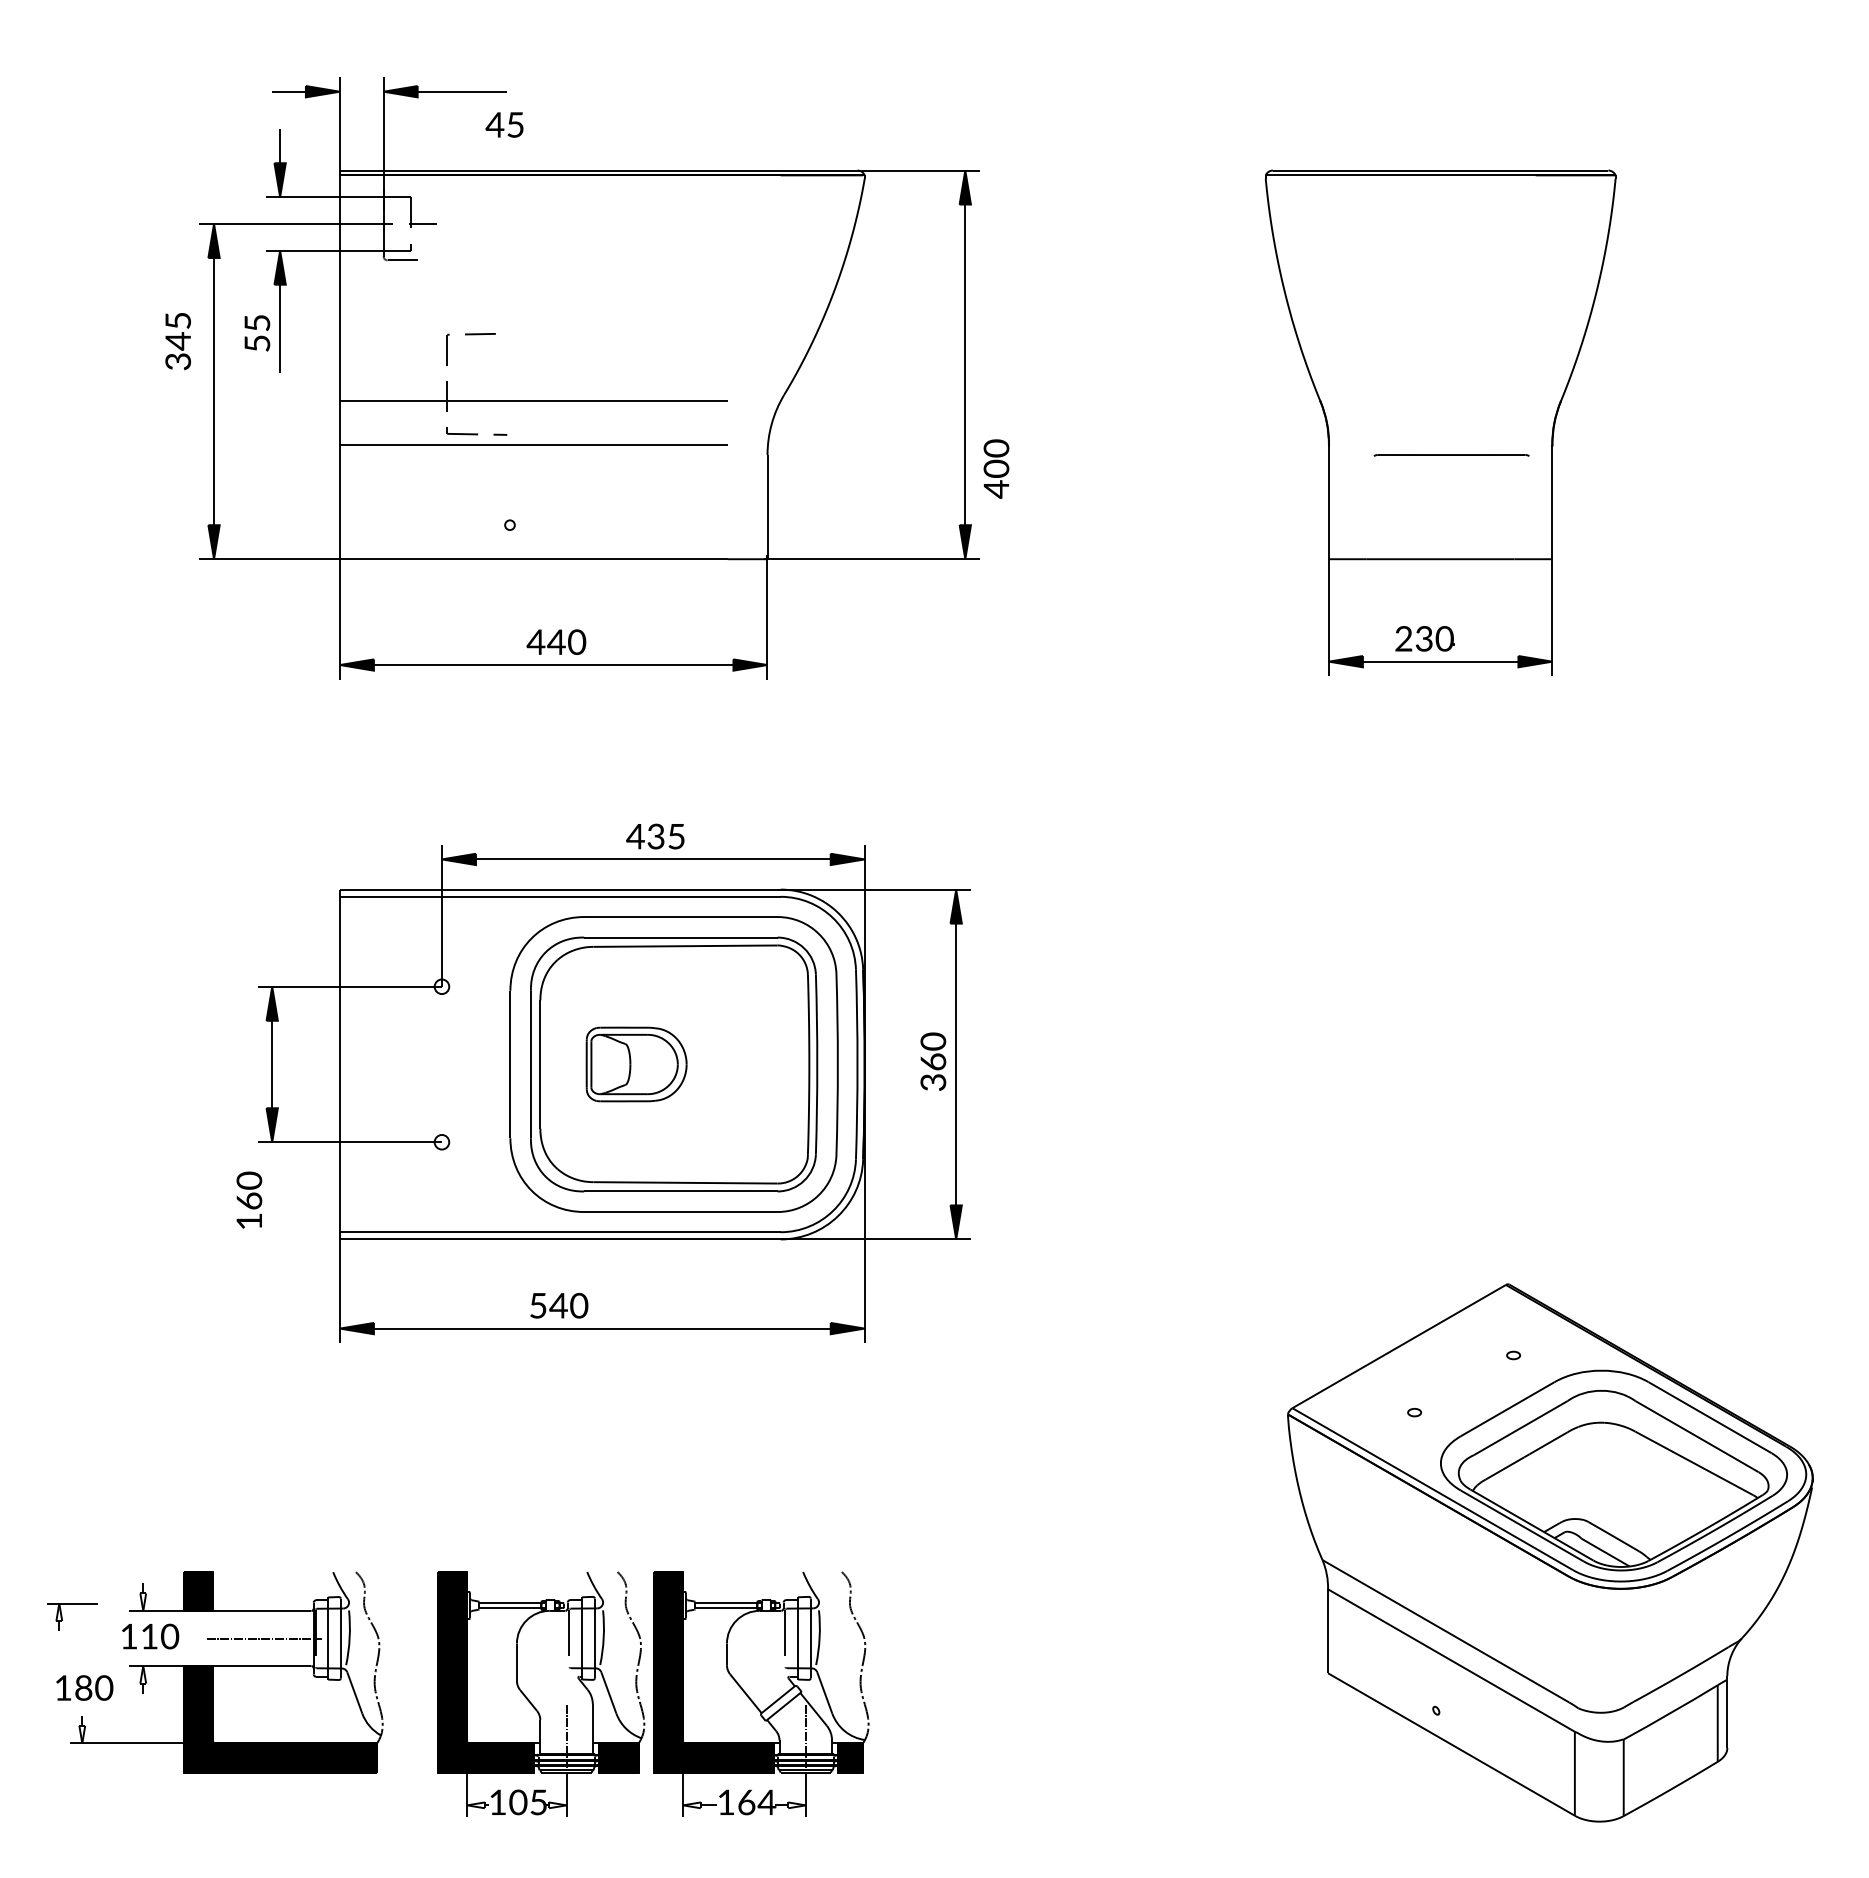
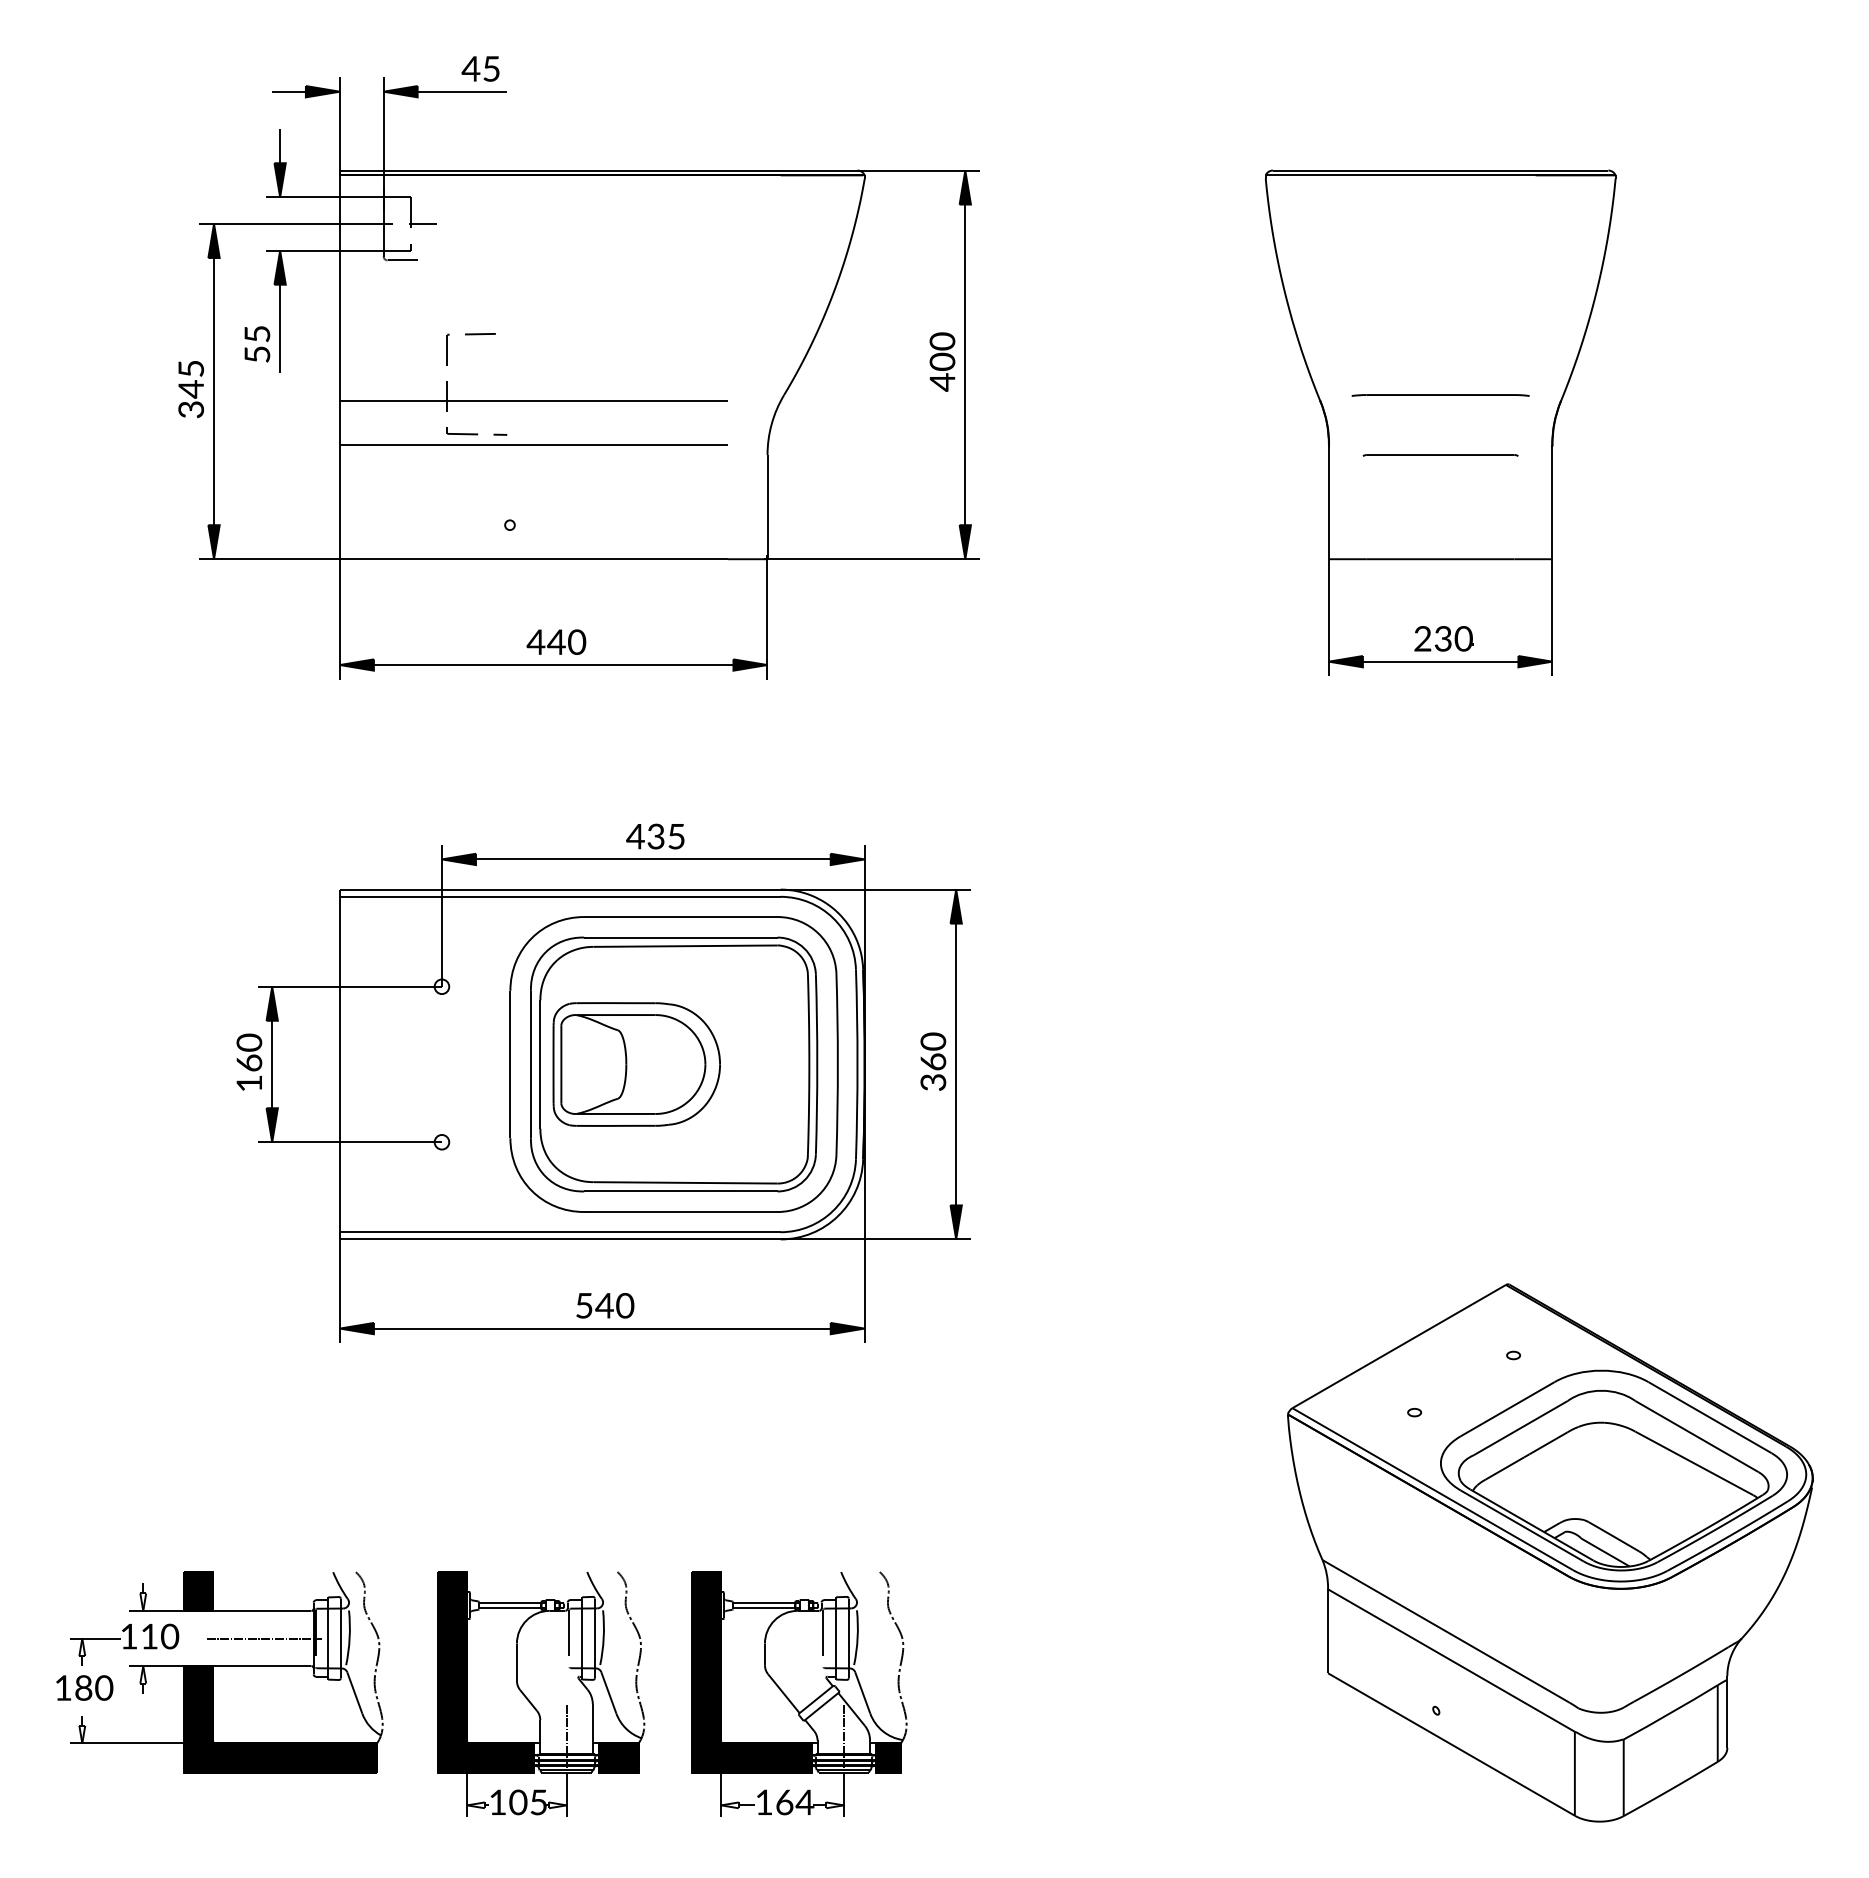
text at (504, 124) position: (504, 124) -> (480, 68)
text at (257, 333) position: (257, 333) -> (257, 344)
text at (177, 341) position: (177, 341) -> (190, 389)
line at (1440, 395): none -> present
line at (1451, 455) position: (1451, 455) -> (1440, 455)
text at (996, 468) position: (996, 468) -> (942, 361)
part at (1424, 638) position: (1424, 638) -> (1443, 638)
part at (636, 1064) size: 103x77 px -> 169x125 px
text at (249, 1199) position: (249, 1199) -> (249, 1061)
text at (559, 1305) position: (559, 1305) -> (605, 1305)
part at (62, 1616) position: (62, 1616) -> (85, 1651)
part at (761, 1693) position: (761, 1693) -> (799, 1693)
